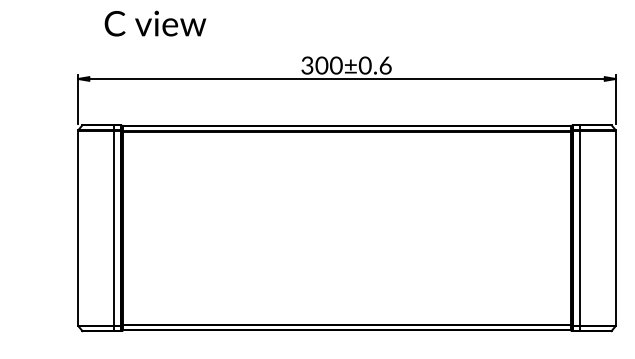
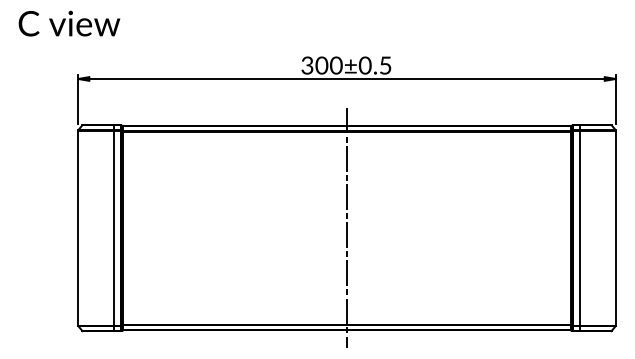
text at (155, 23) position: (155, 23) -> (69, 23)
text at (385, 65): 300±0.6 -> 300±0.5
line at (347, 228): none -> present
